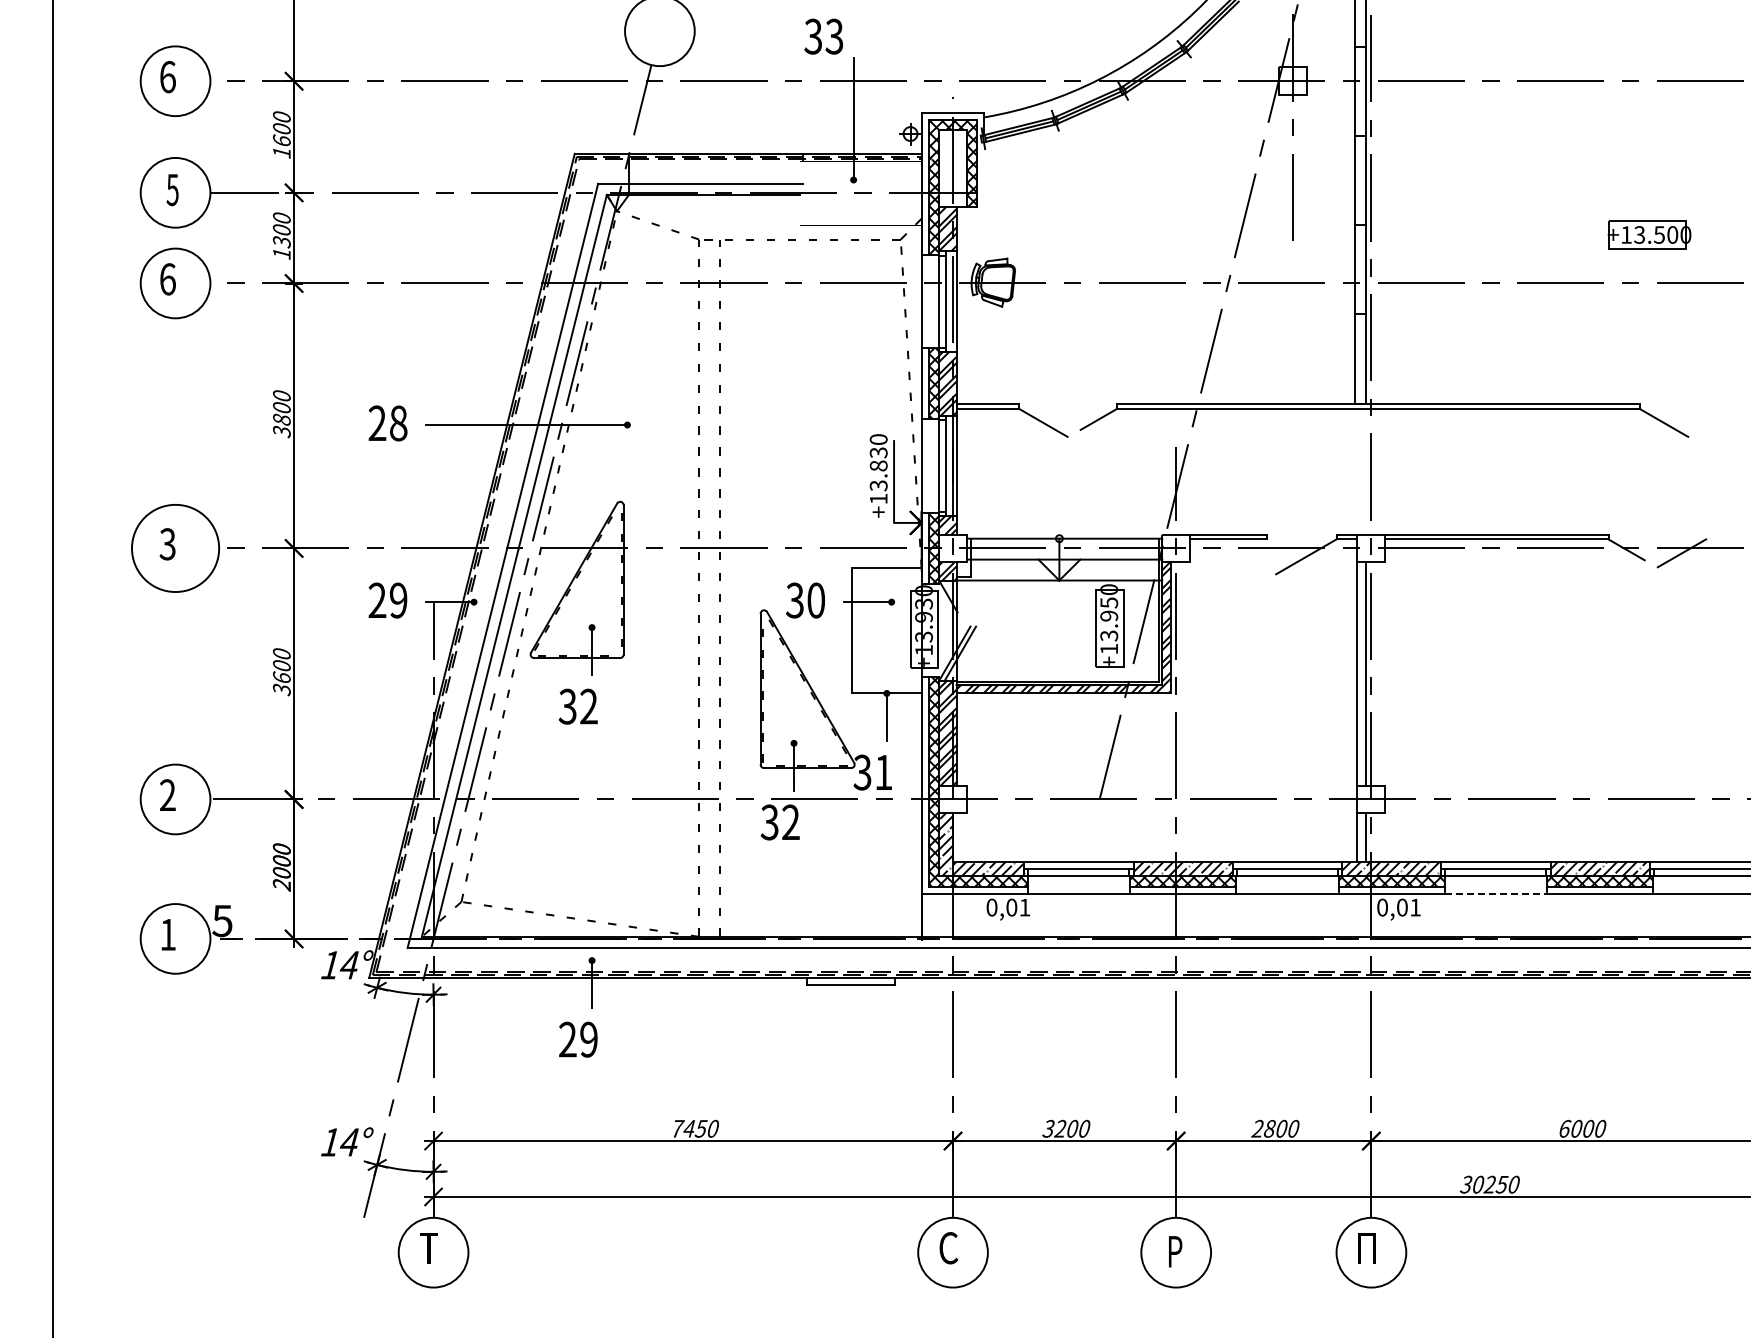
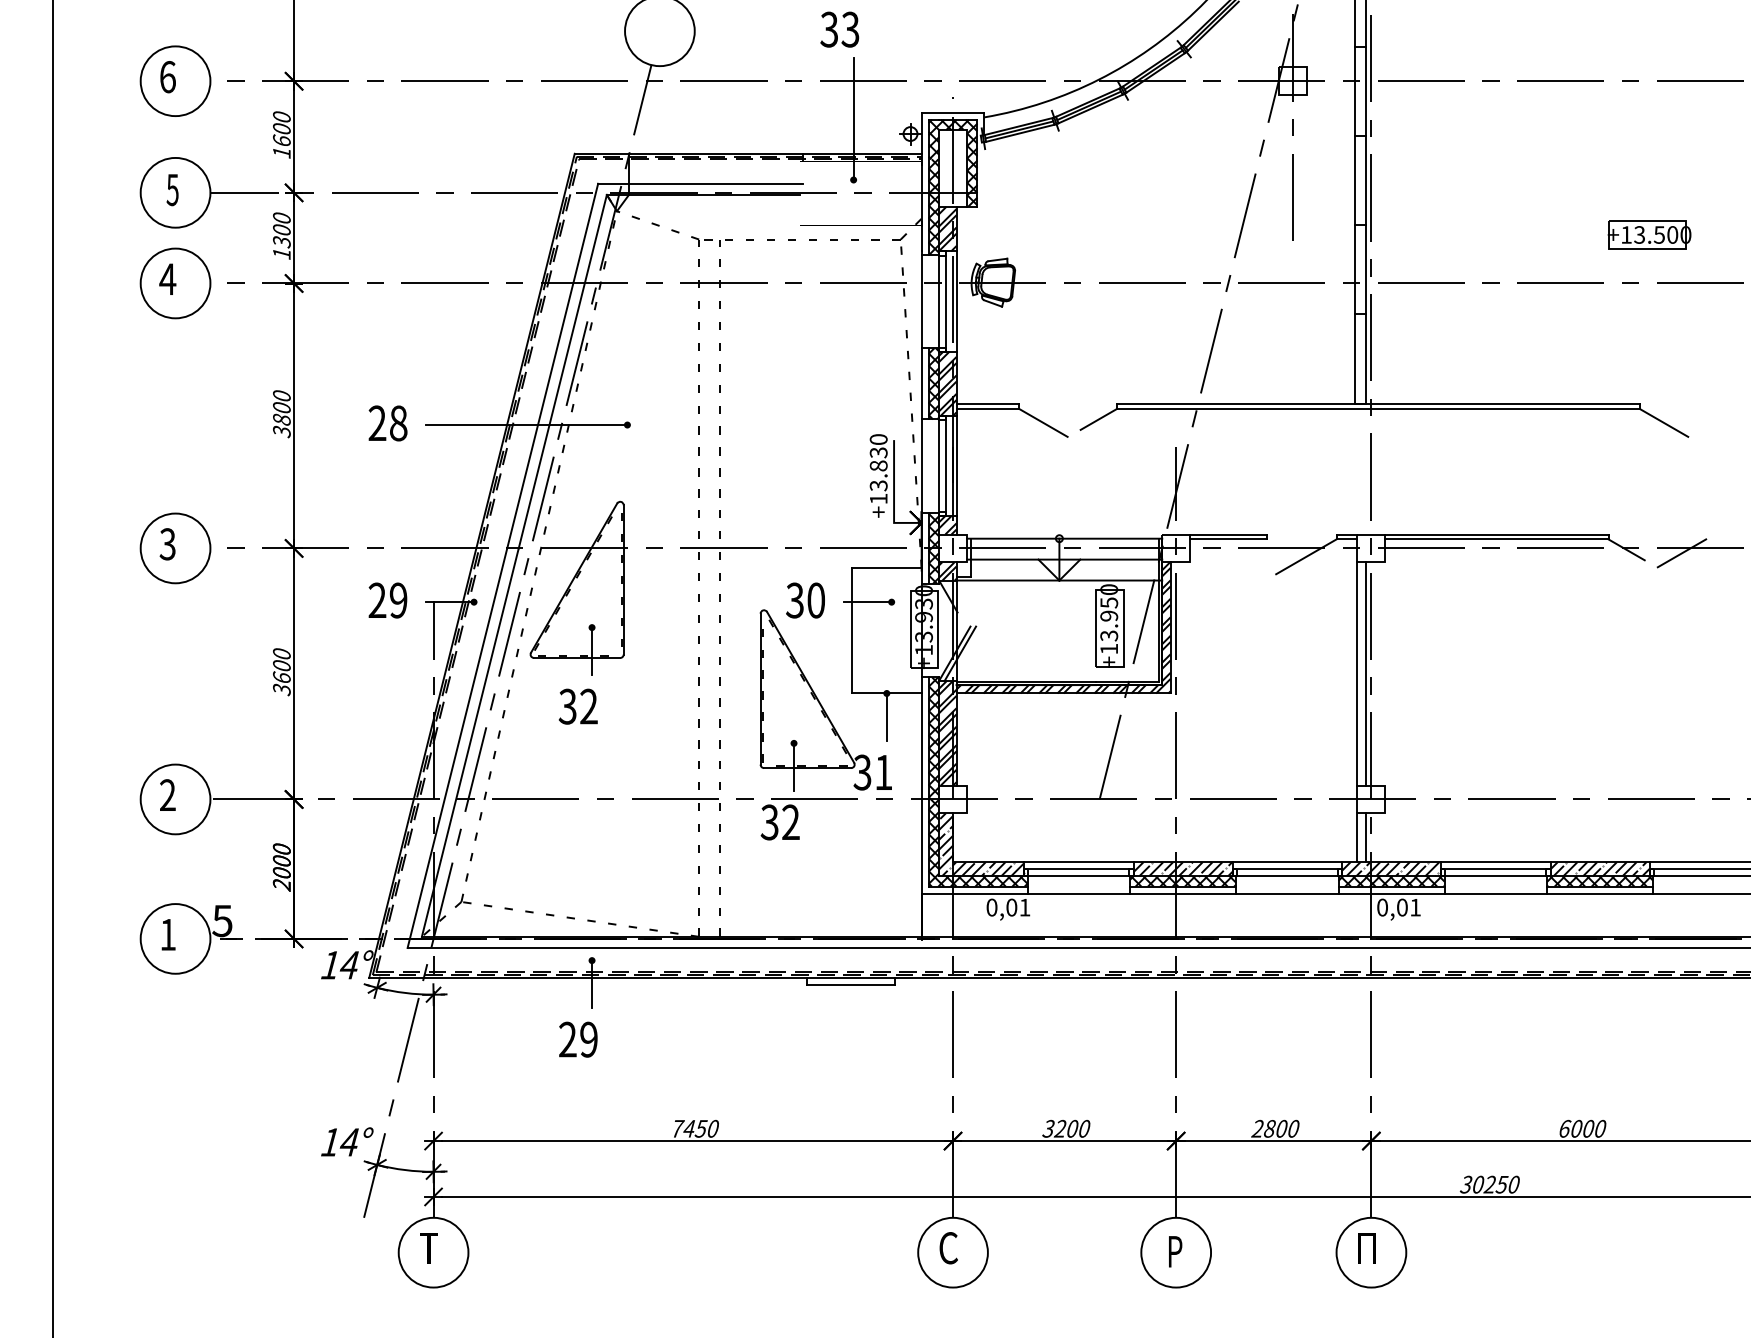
text at (823, 36) position: (823, 36) -> (839, 29)
text at (167, 279): 6 -> 4
circle at (175, 548) diameter: 87 px -> 70 px
line at (1496, 893): dashed -> solid
